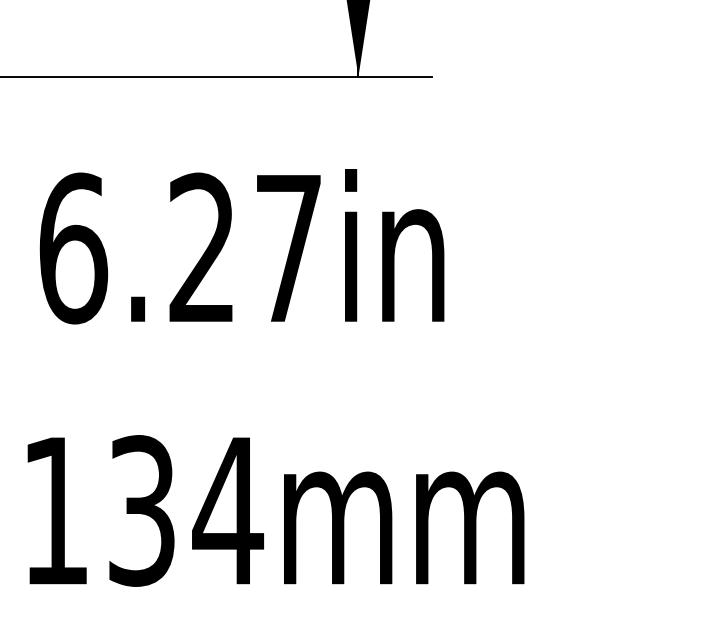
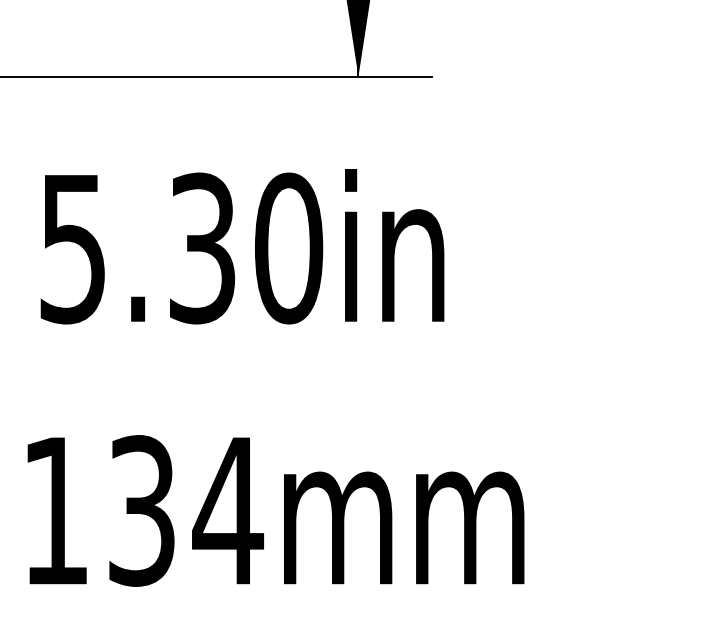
text at (181, 248): 6.27in -> 5.30in
